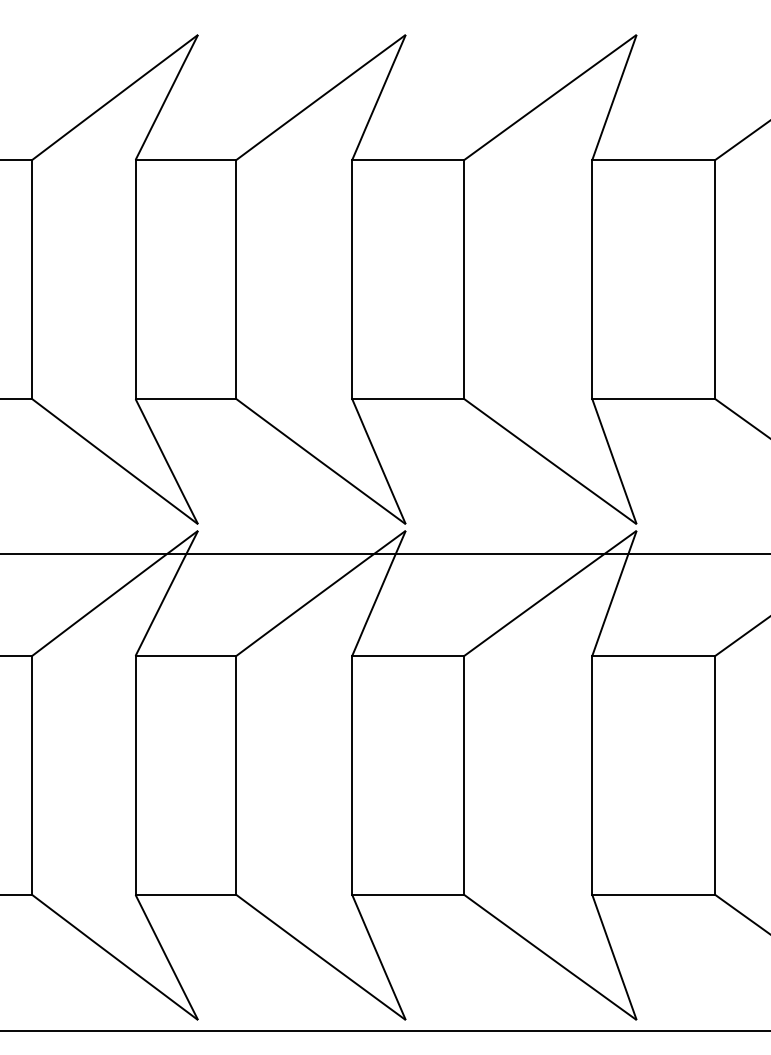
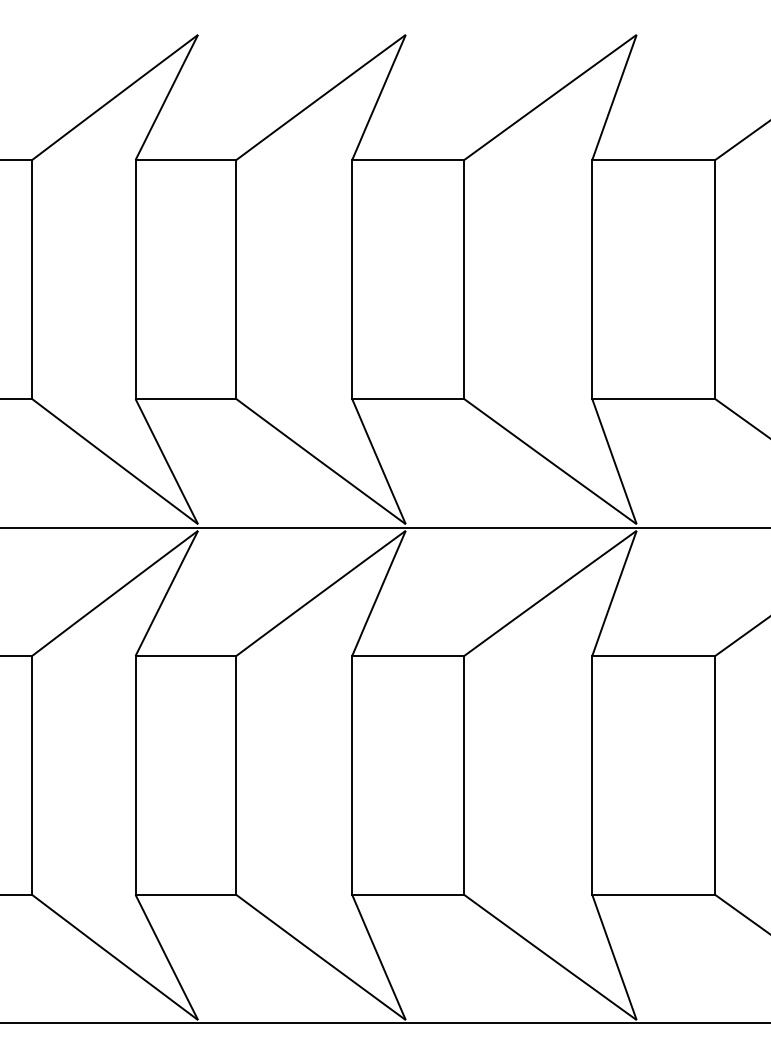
line at (384, 553) position: (384, 553) -> (384, 527)
line at (384, 1031) position: (384, 1031) -> (384, 1023)
